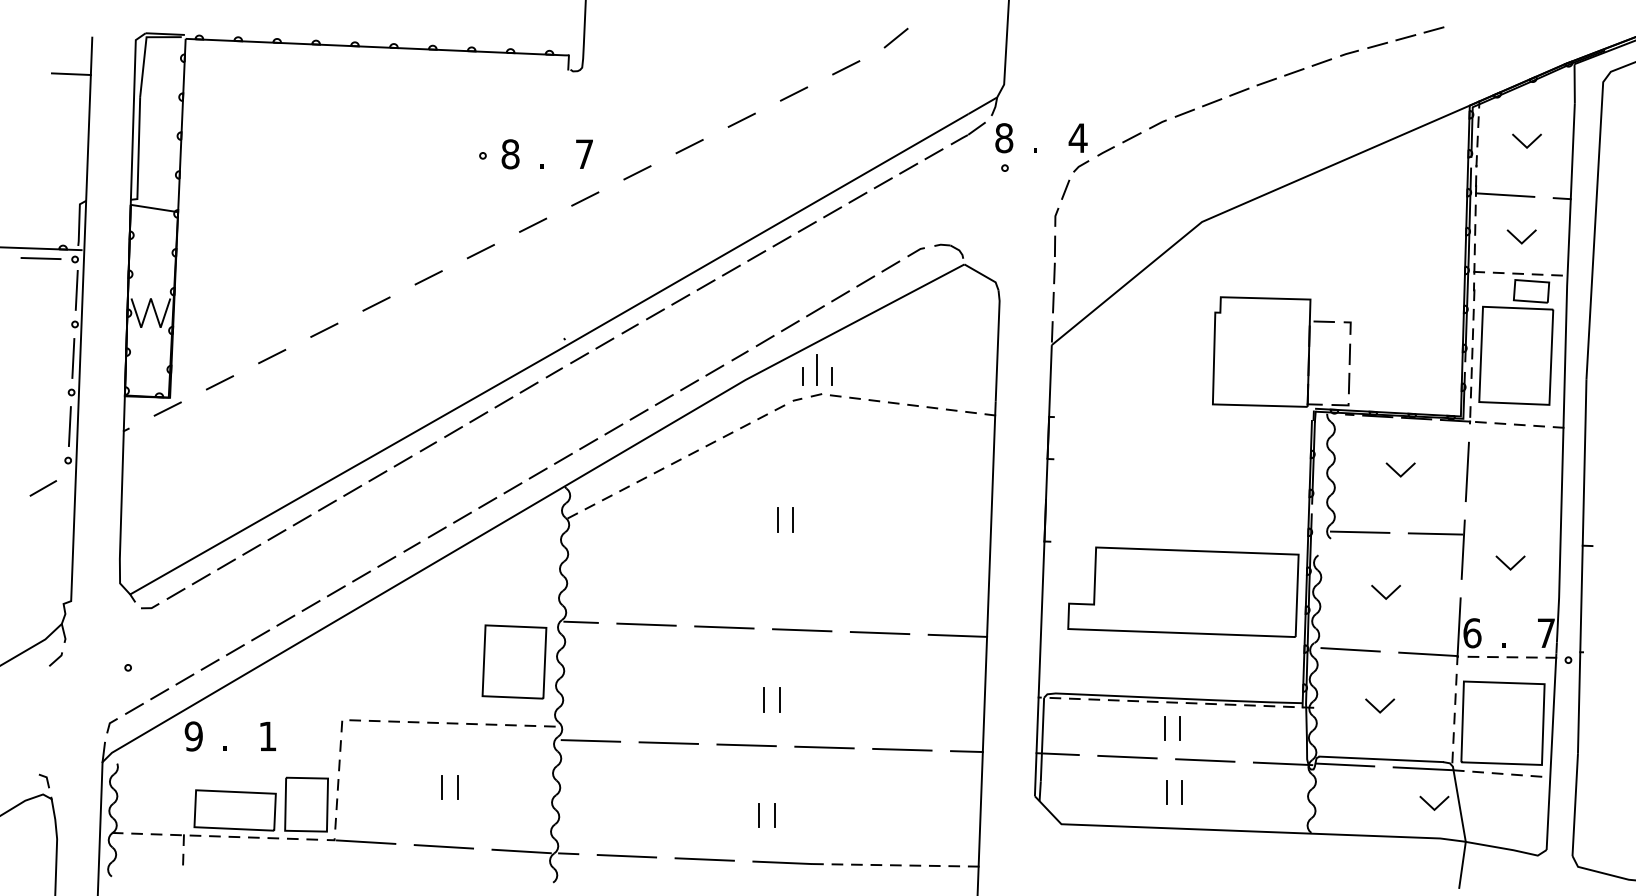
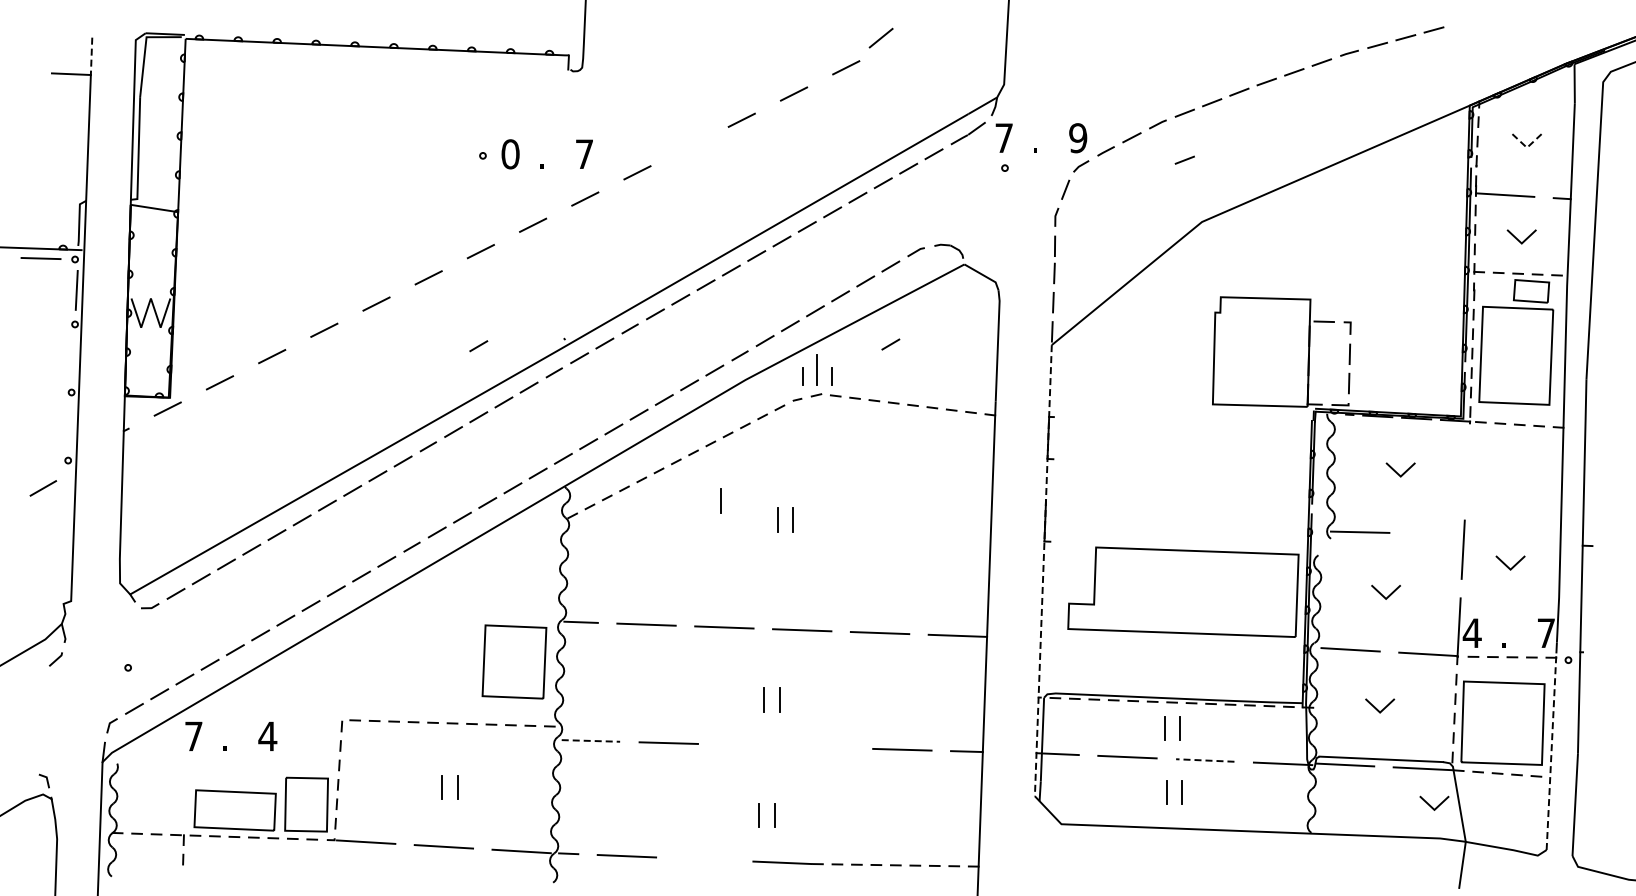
line at (895, 37) position: (895, 37) -> (880, 37)
line at (91, 56): solid -> dashed
text at (1004, 138): 8 -> 7
text at (1077, 138): 4 -> 9
line at (689, 146): present -> none
line at (1527, 147): solid -> dashed
text at (510, 154): 8 -> 0
line at (1184, 159): none -> present
line at (890, 344): none -> present
line at (478, 346): none -> present
line at (73, 358): present -> none
line at (69, 426): present -> none
line at (1466, 471): present -> none
line at (720, 500): none -> present
line at (1435, 533): present -> none
line at (1043, 570): solid -> dashed
text at (1471, 633): 6 -> 4
text at (193, 736): 9 -> 7
text at (267, 736): 1 -> 4
line at (591, 740): solid -> dashed
line at (746, 745): present -> none
line at (824, 747): present -> none
line at (1551, 751): solid -> dashed
line at (1204, 760): solid -> dashed
line at (704, 859): present -> none
